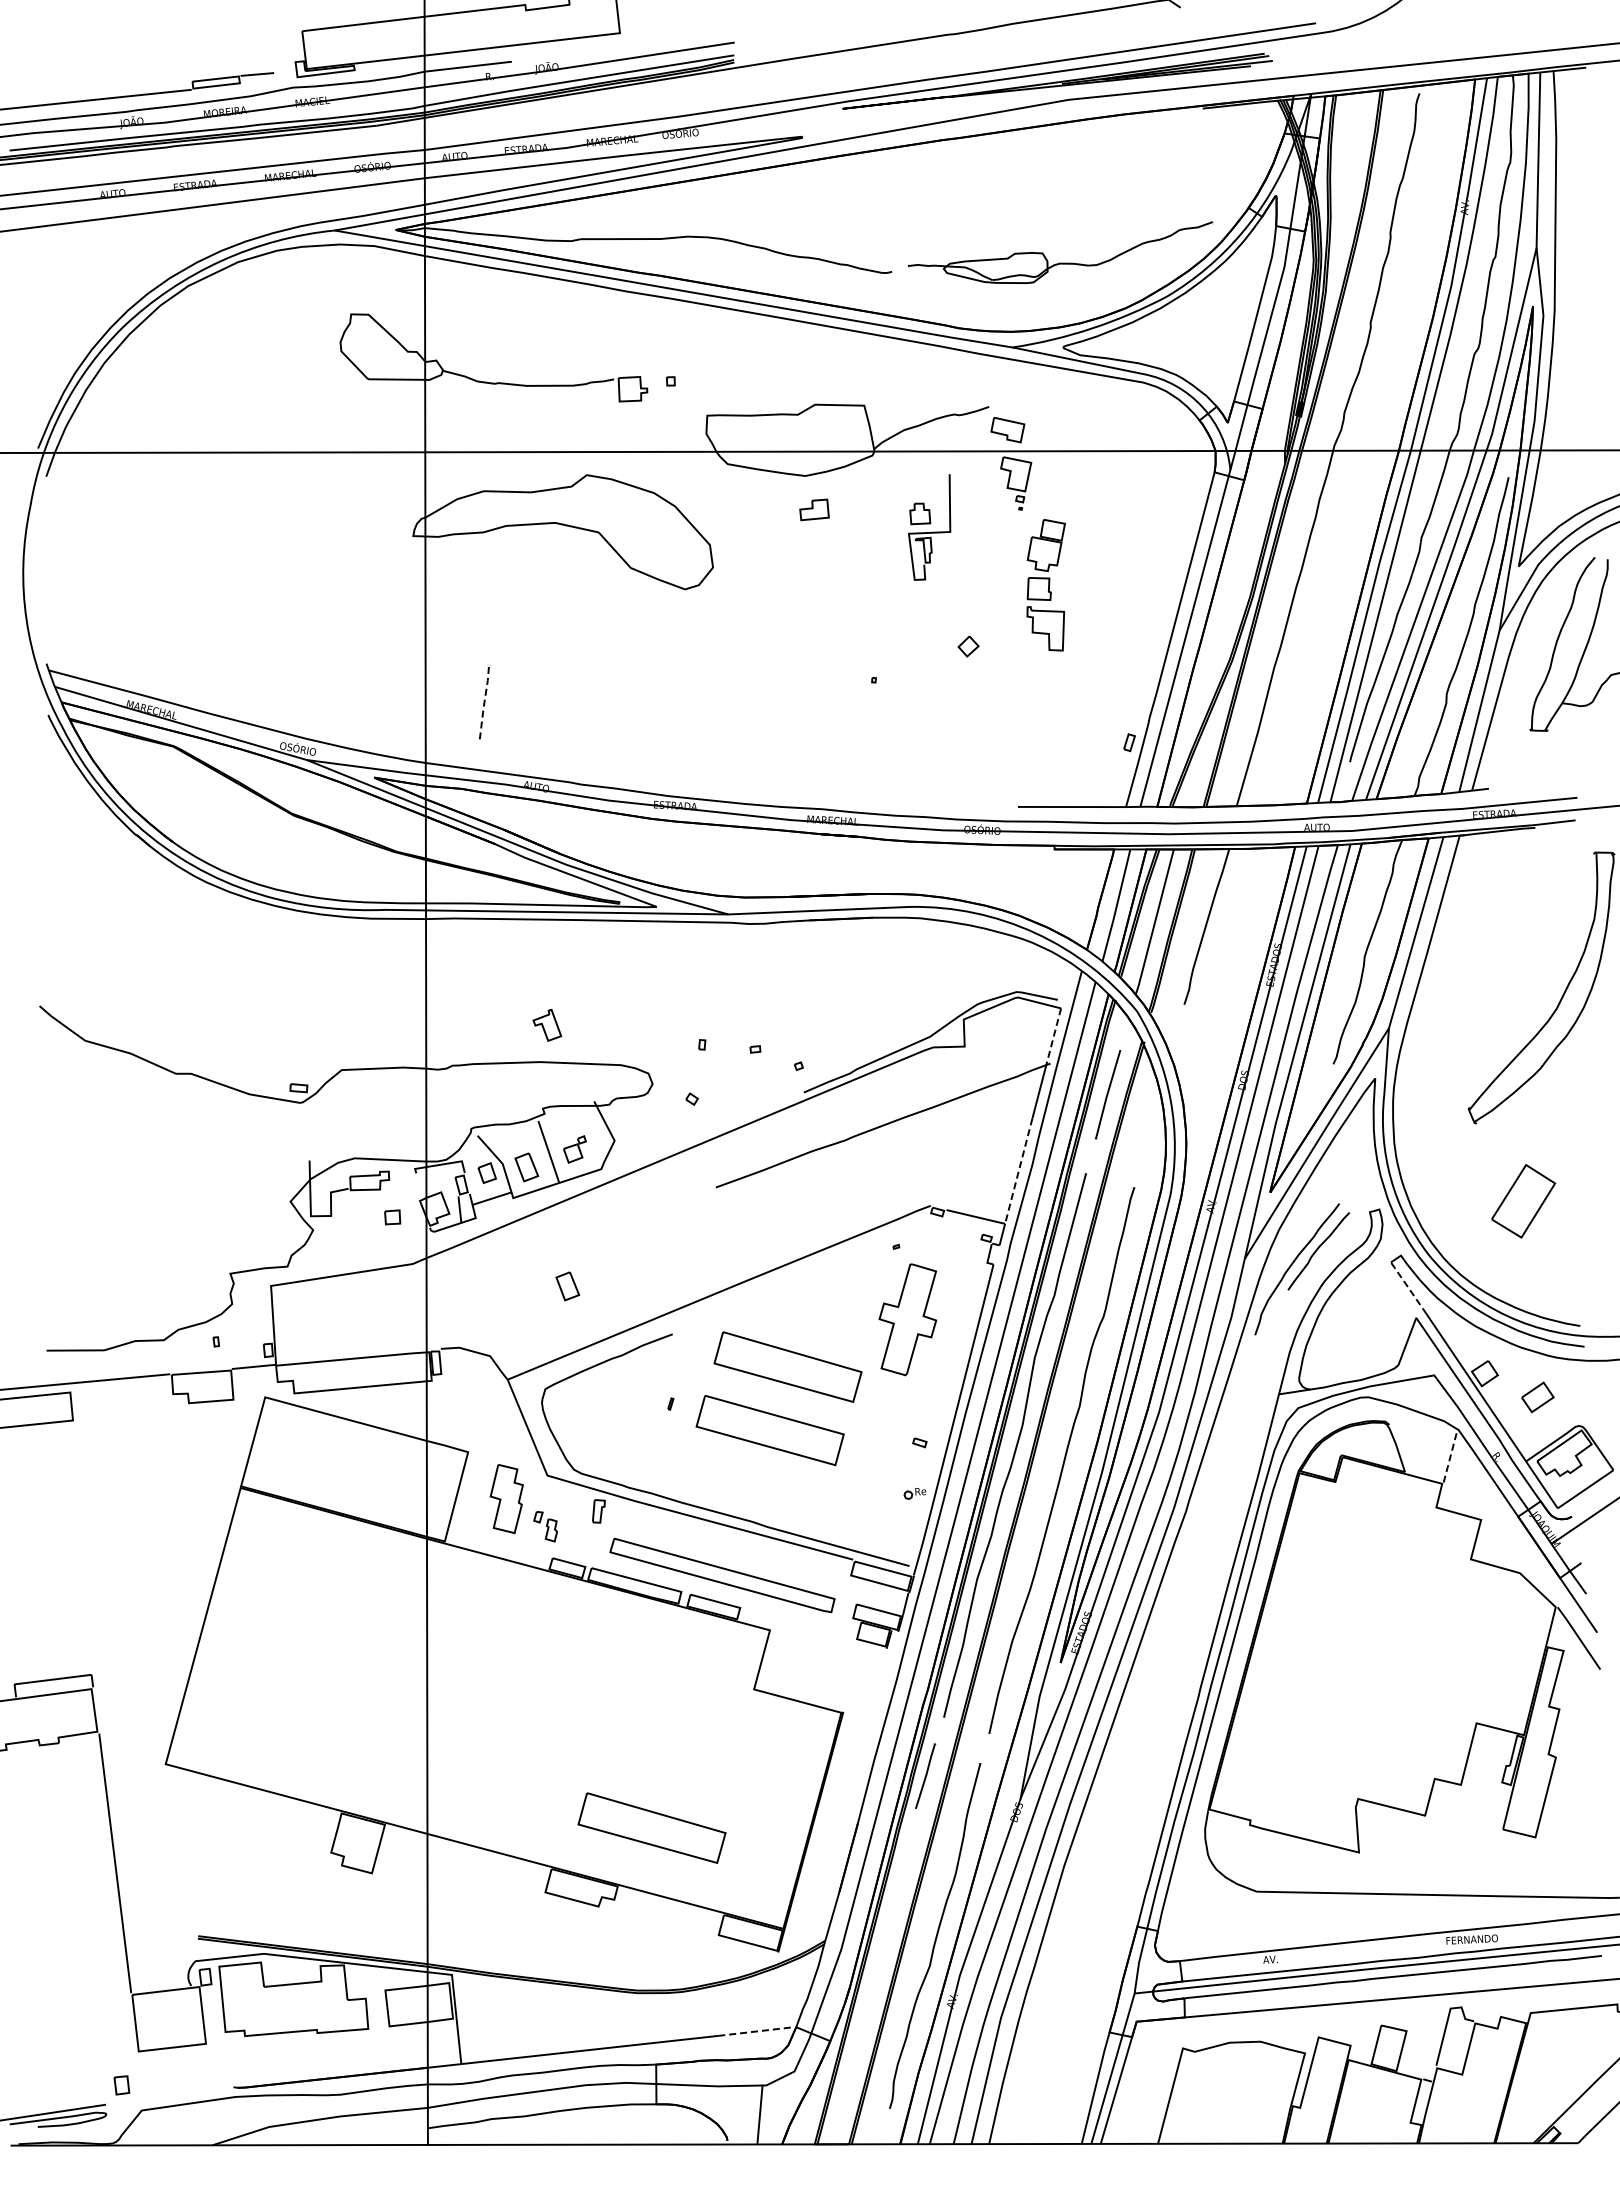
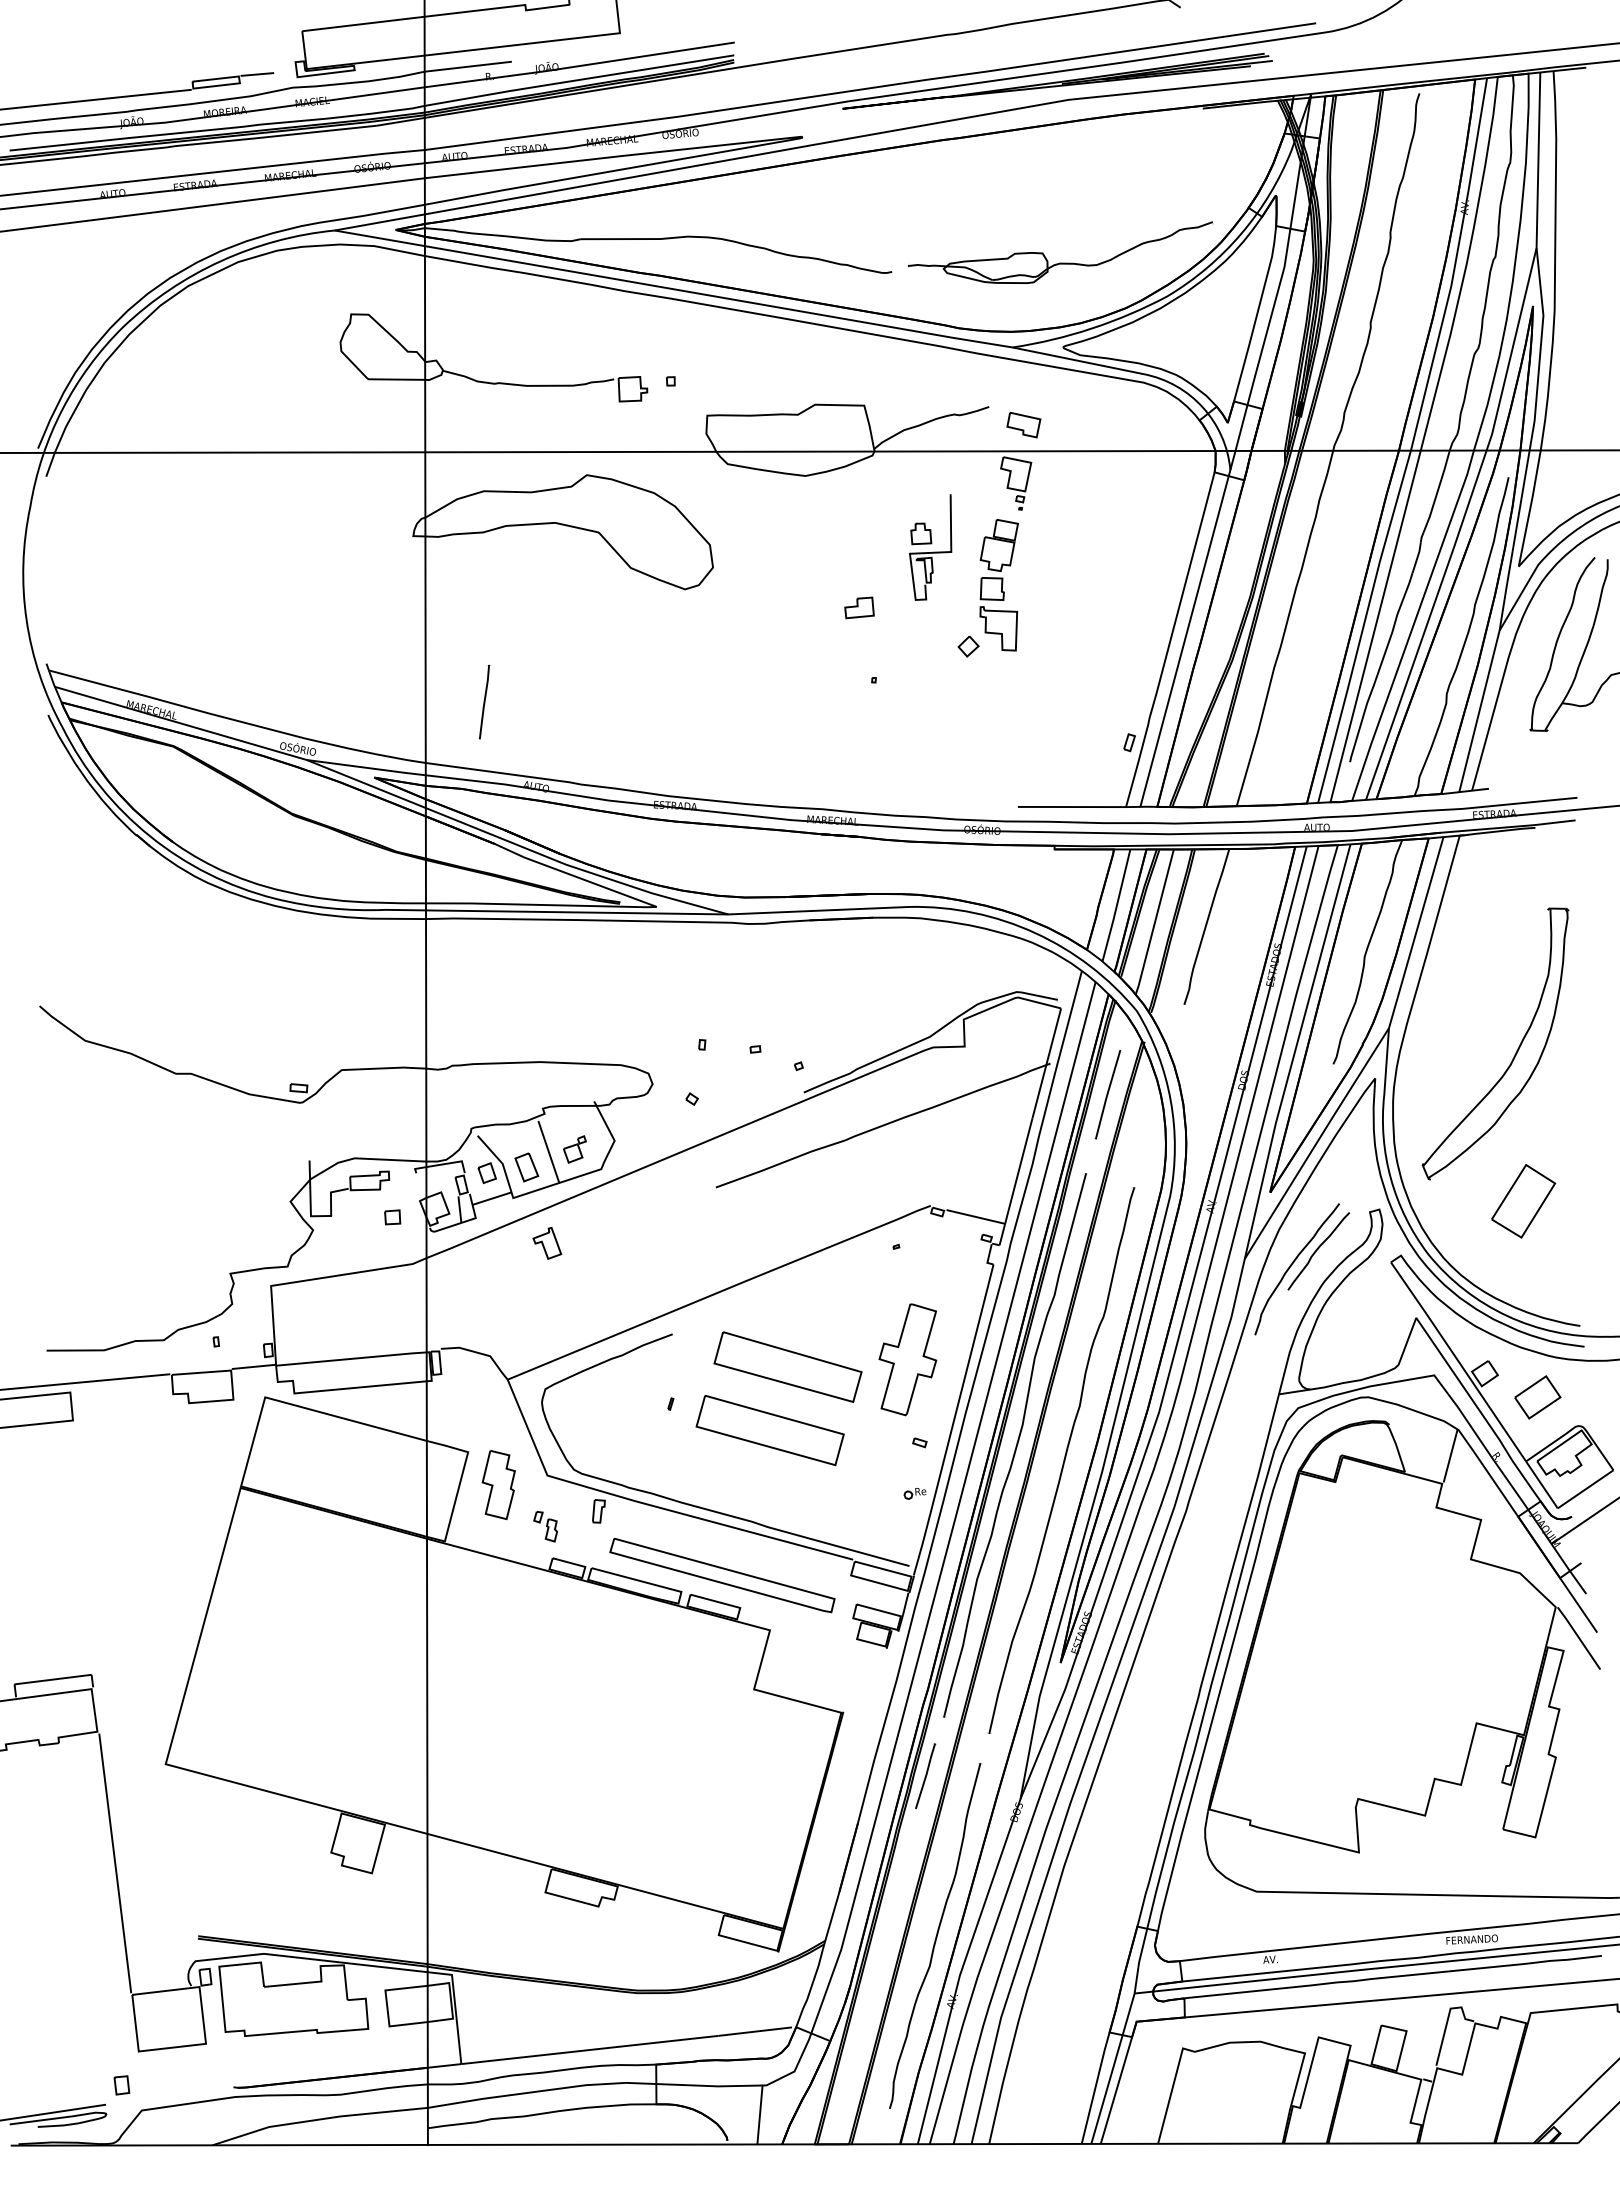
part at (1007, 429) position: (1007, 429) -> (1023, 424)
part at (814, 509) position: (814, 509) -> (859, 607)
part at (929, 527) position: (929, 527) -> (930, 547)
part at (1045, 585) position: (1045, 585) -> (998, 585)
line at (484, 701): dashed -> solid
part at (1561, 996) position: (1561, 996) -> (1515, 1052)
part at (547, 1025) position: (547, 1025) -> (547, 1243)
line at (1053, 1037): dashed -> solid
line at (1018, 1171): dashed -> solid
part at (567, 1286): present -> none
line at (1408, 1287): dashed -> solid
part at (907, 1319) position: (907, 1319) -> (907, 1359)
part at (1537, 1397) size: 34x33 px -> 48x45 px
line at (1450, 1455): dashed -> solid
part at (506, 1498) position: (506, 1498) -> (498, 1484)
part at (651, 1827): present -> none
line at (755, 2031): dashed -> solid
